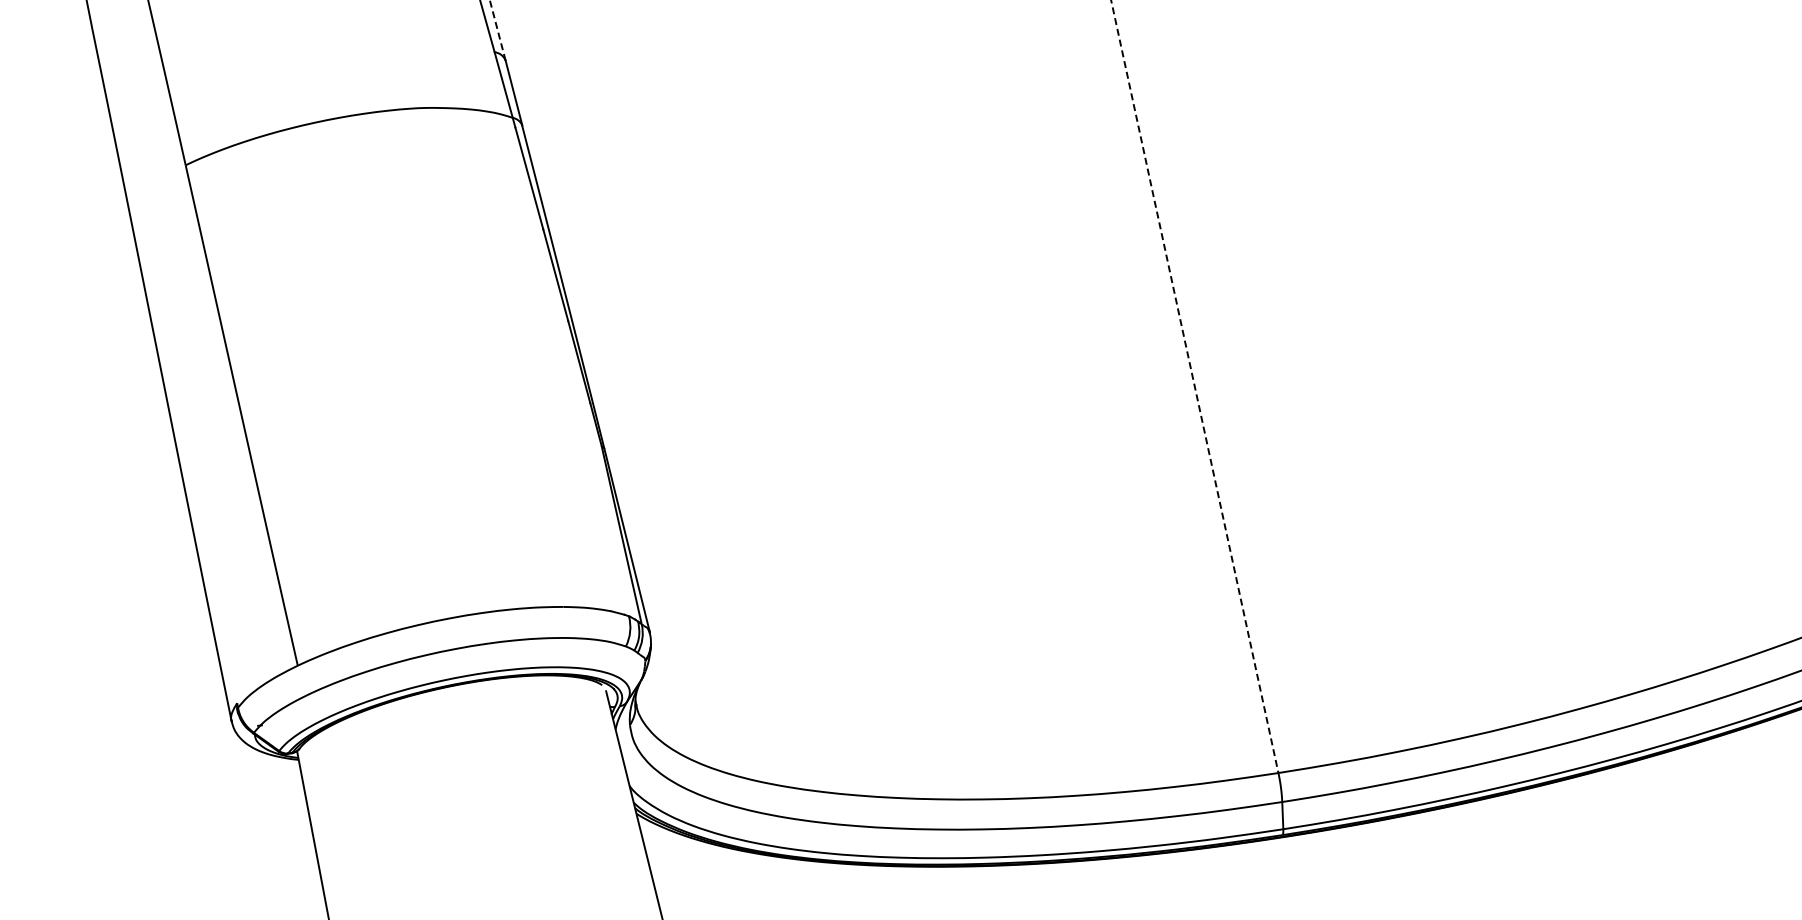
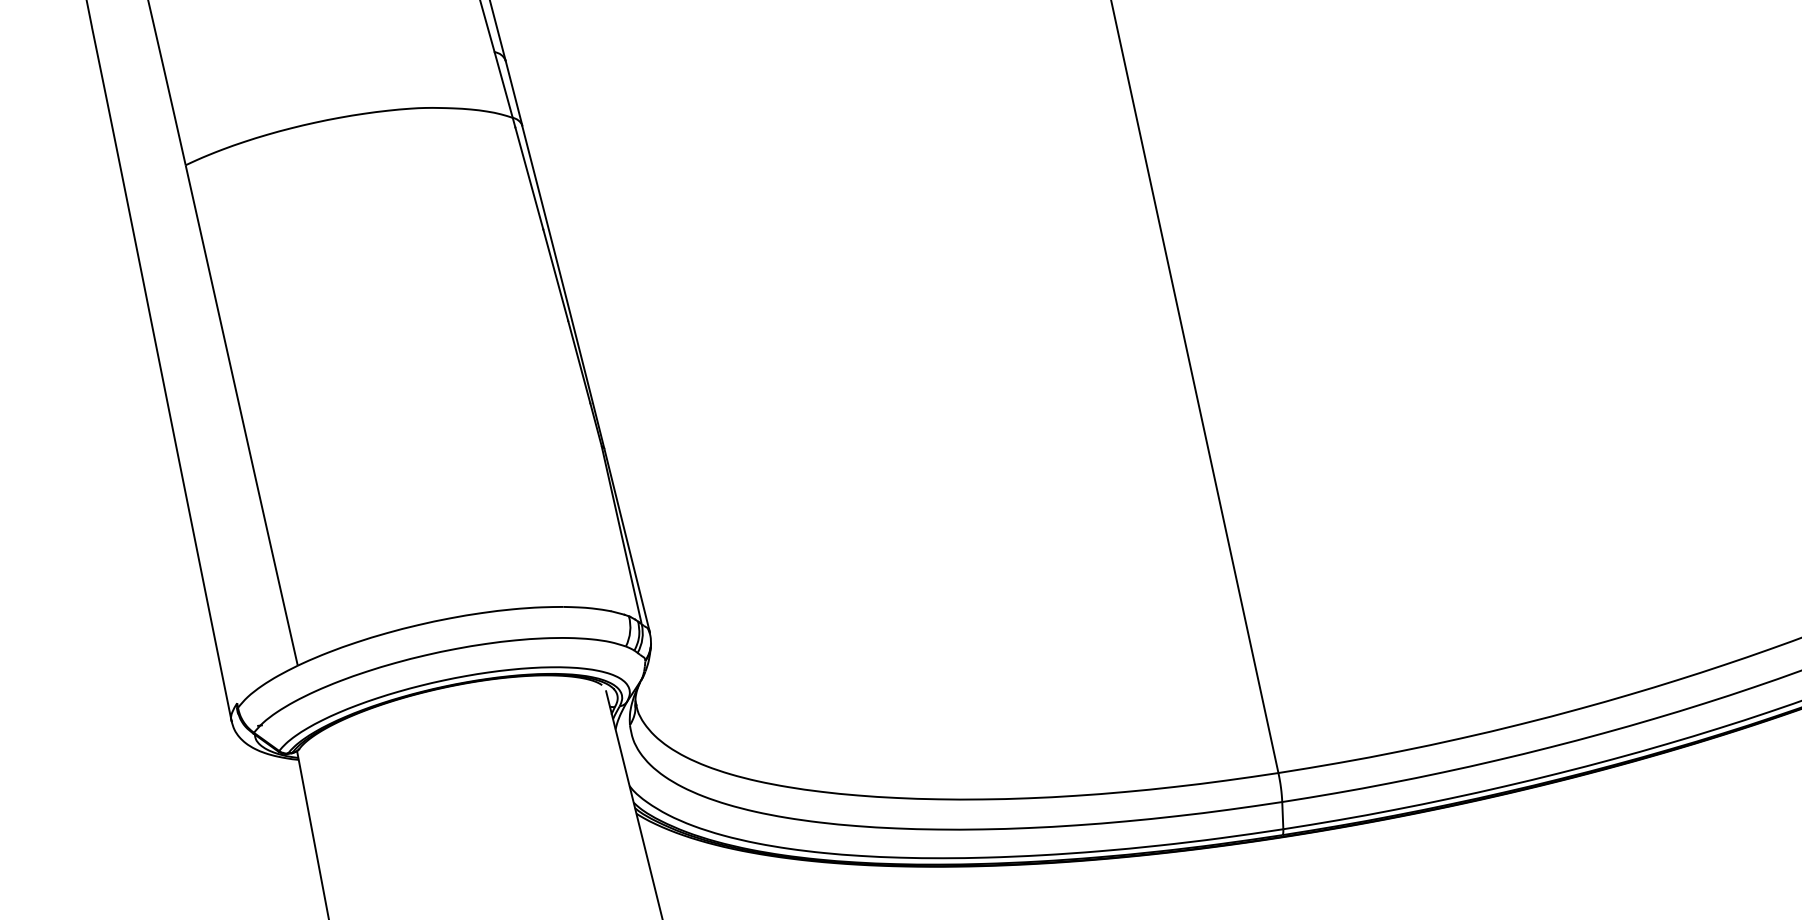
line at (497, 30): dashed -> solid
line at (1194, 387): dashed -> solid
